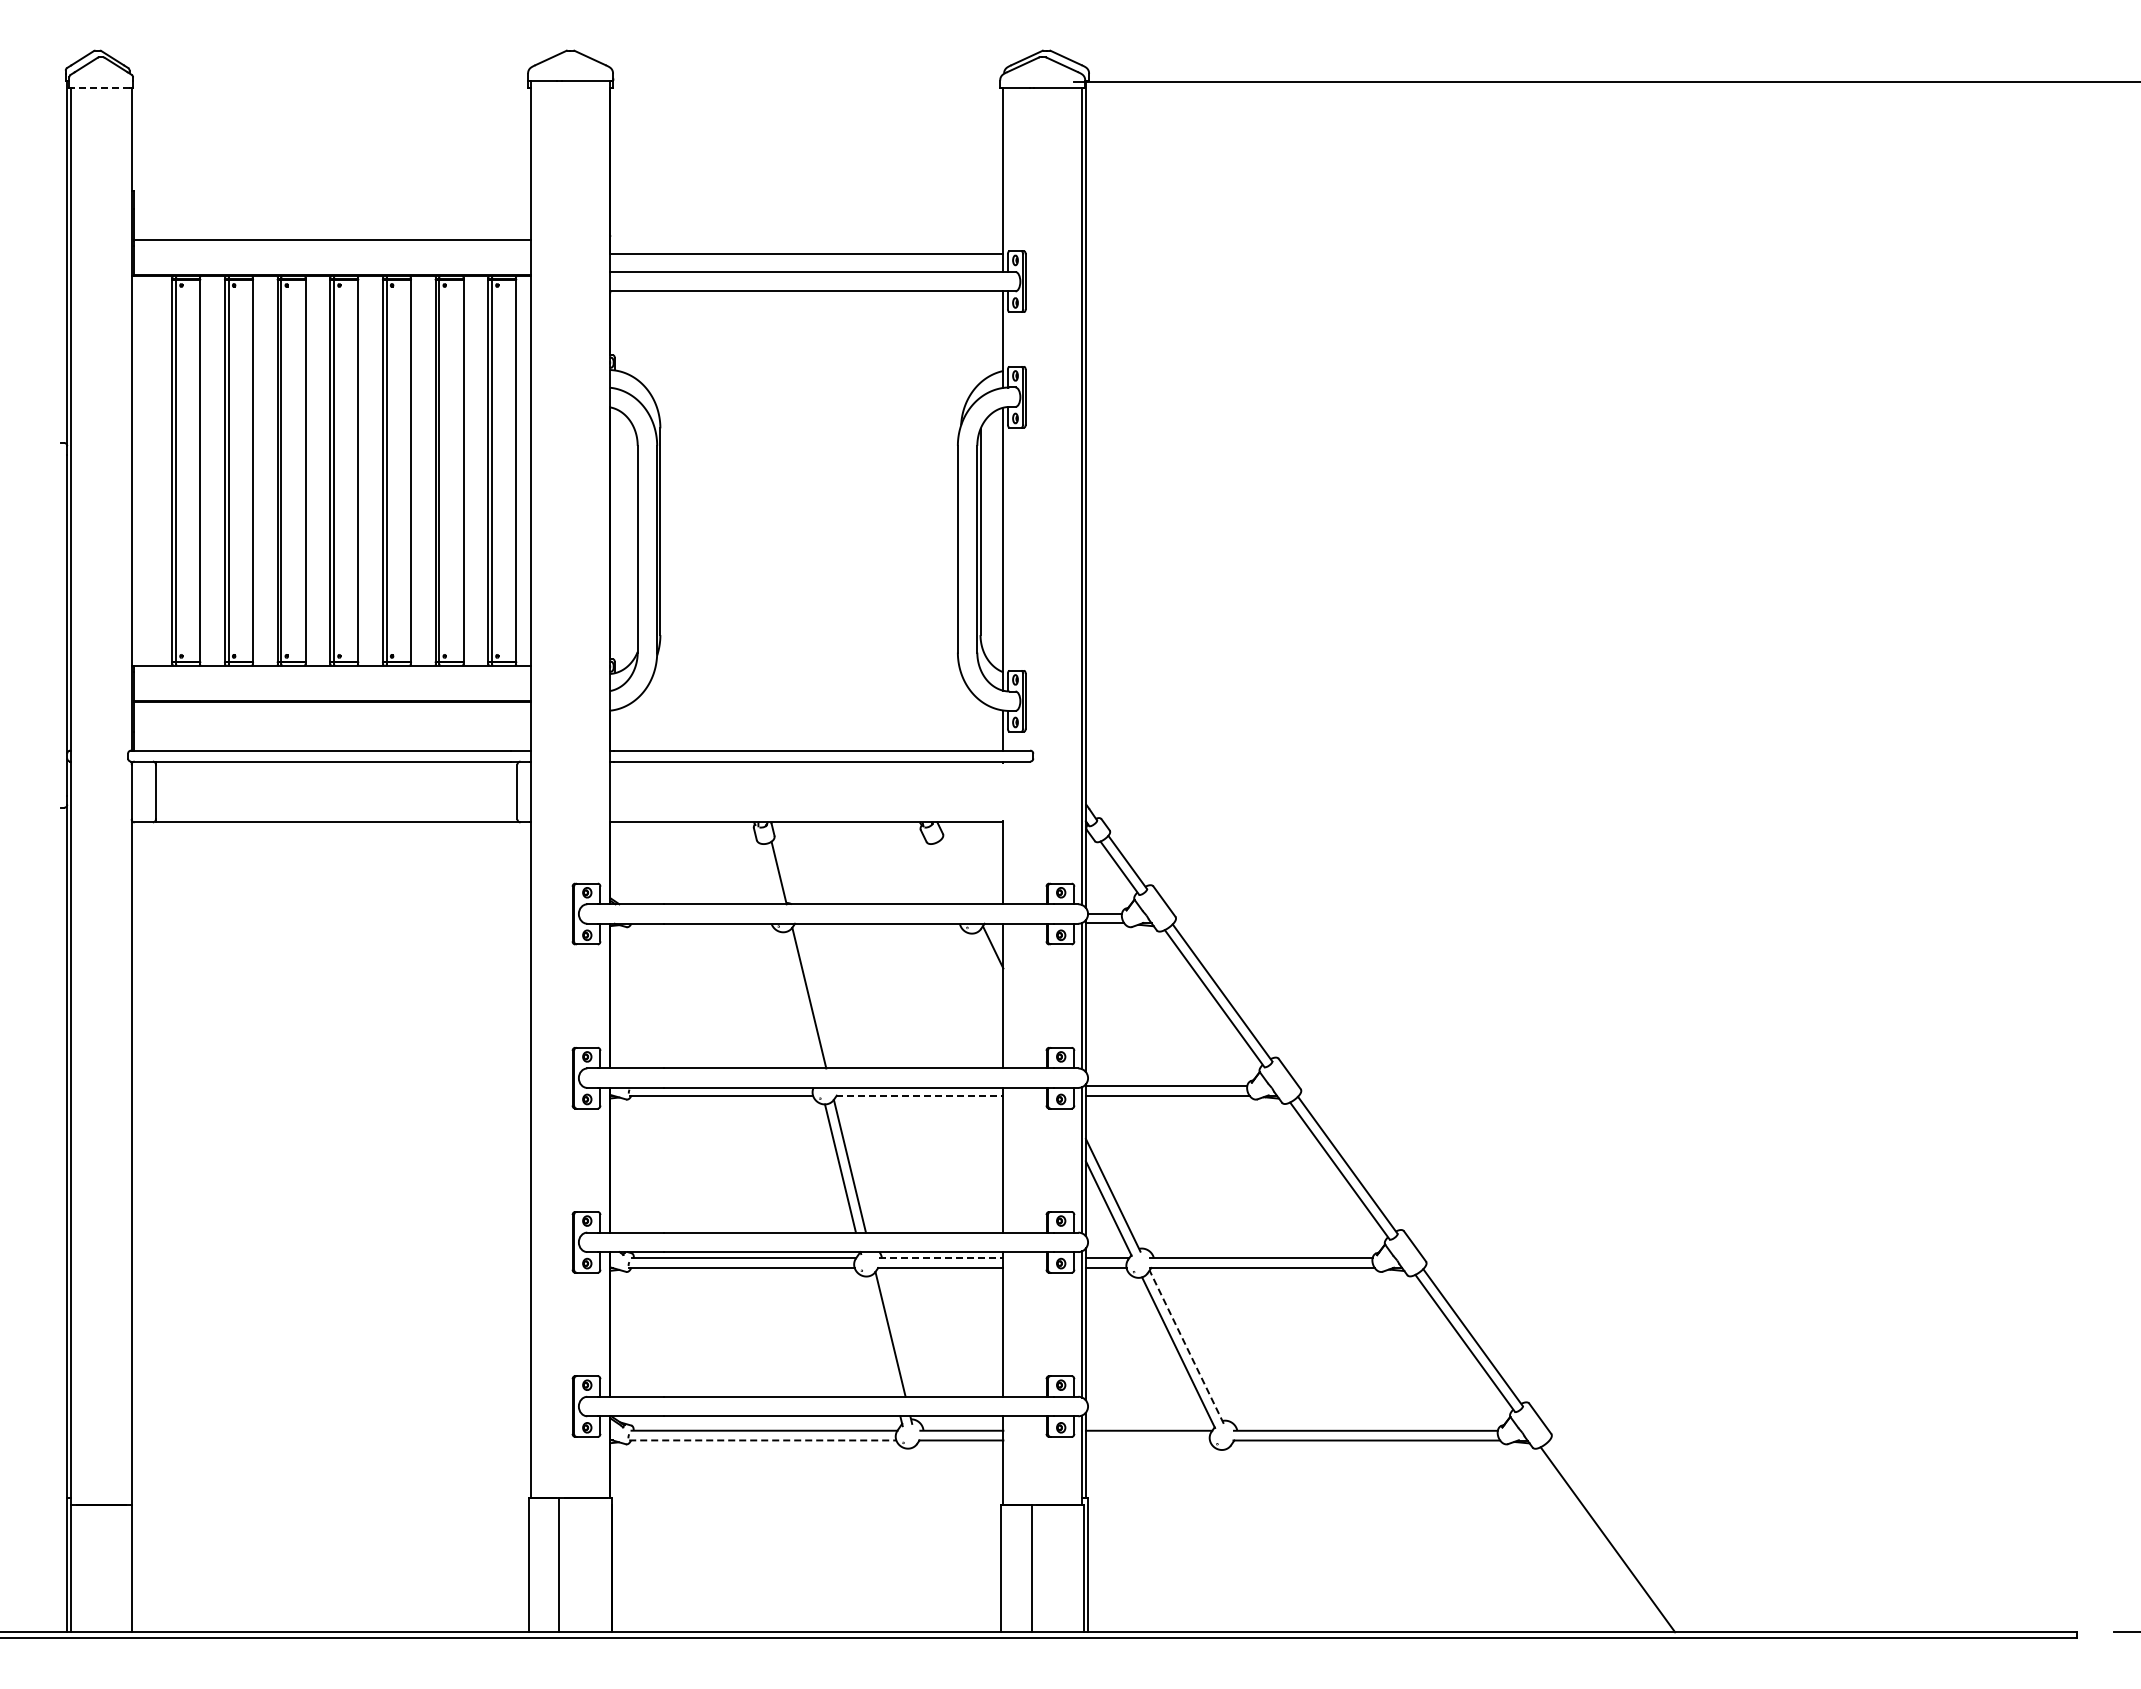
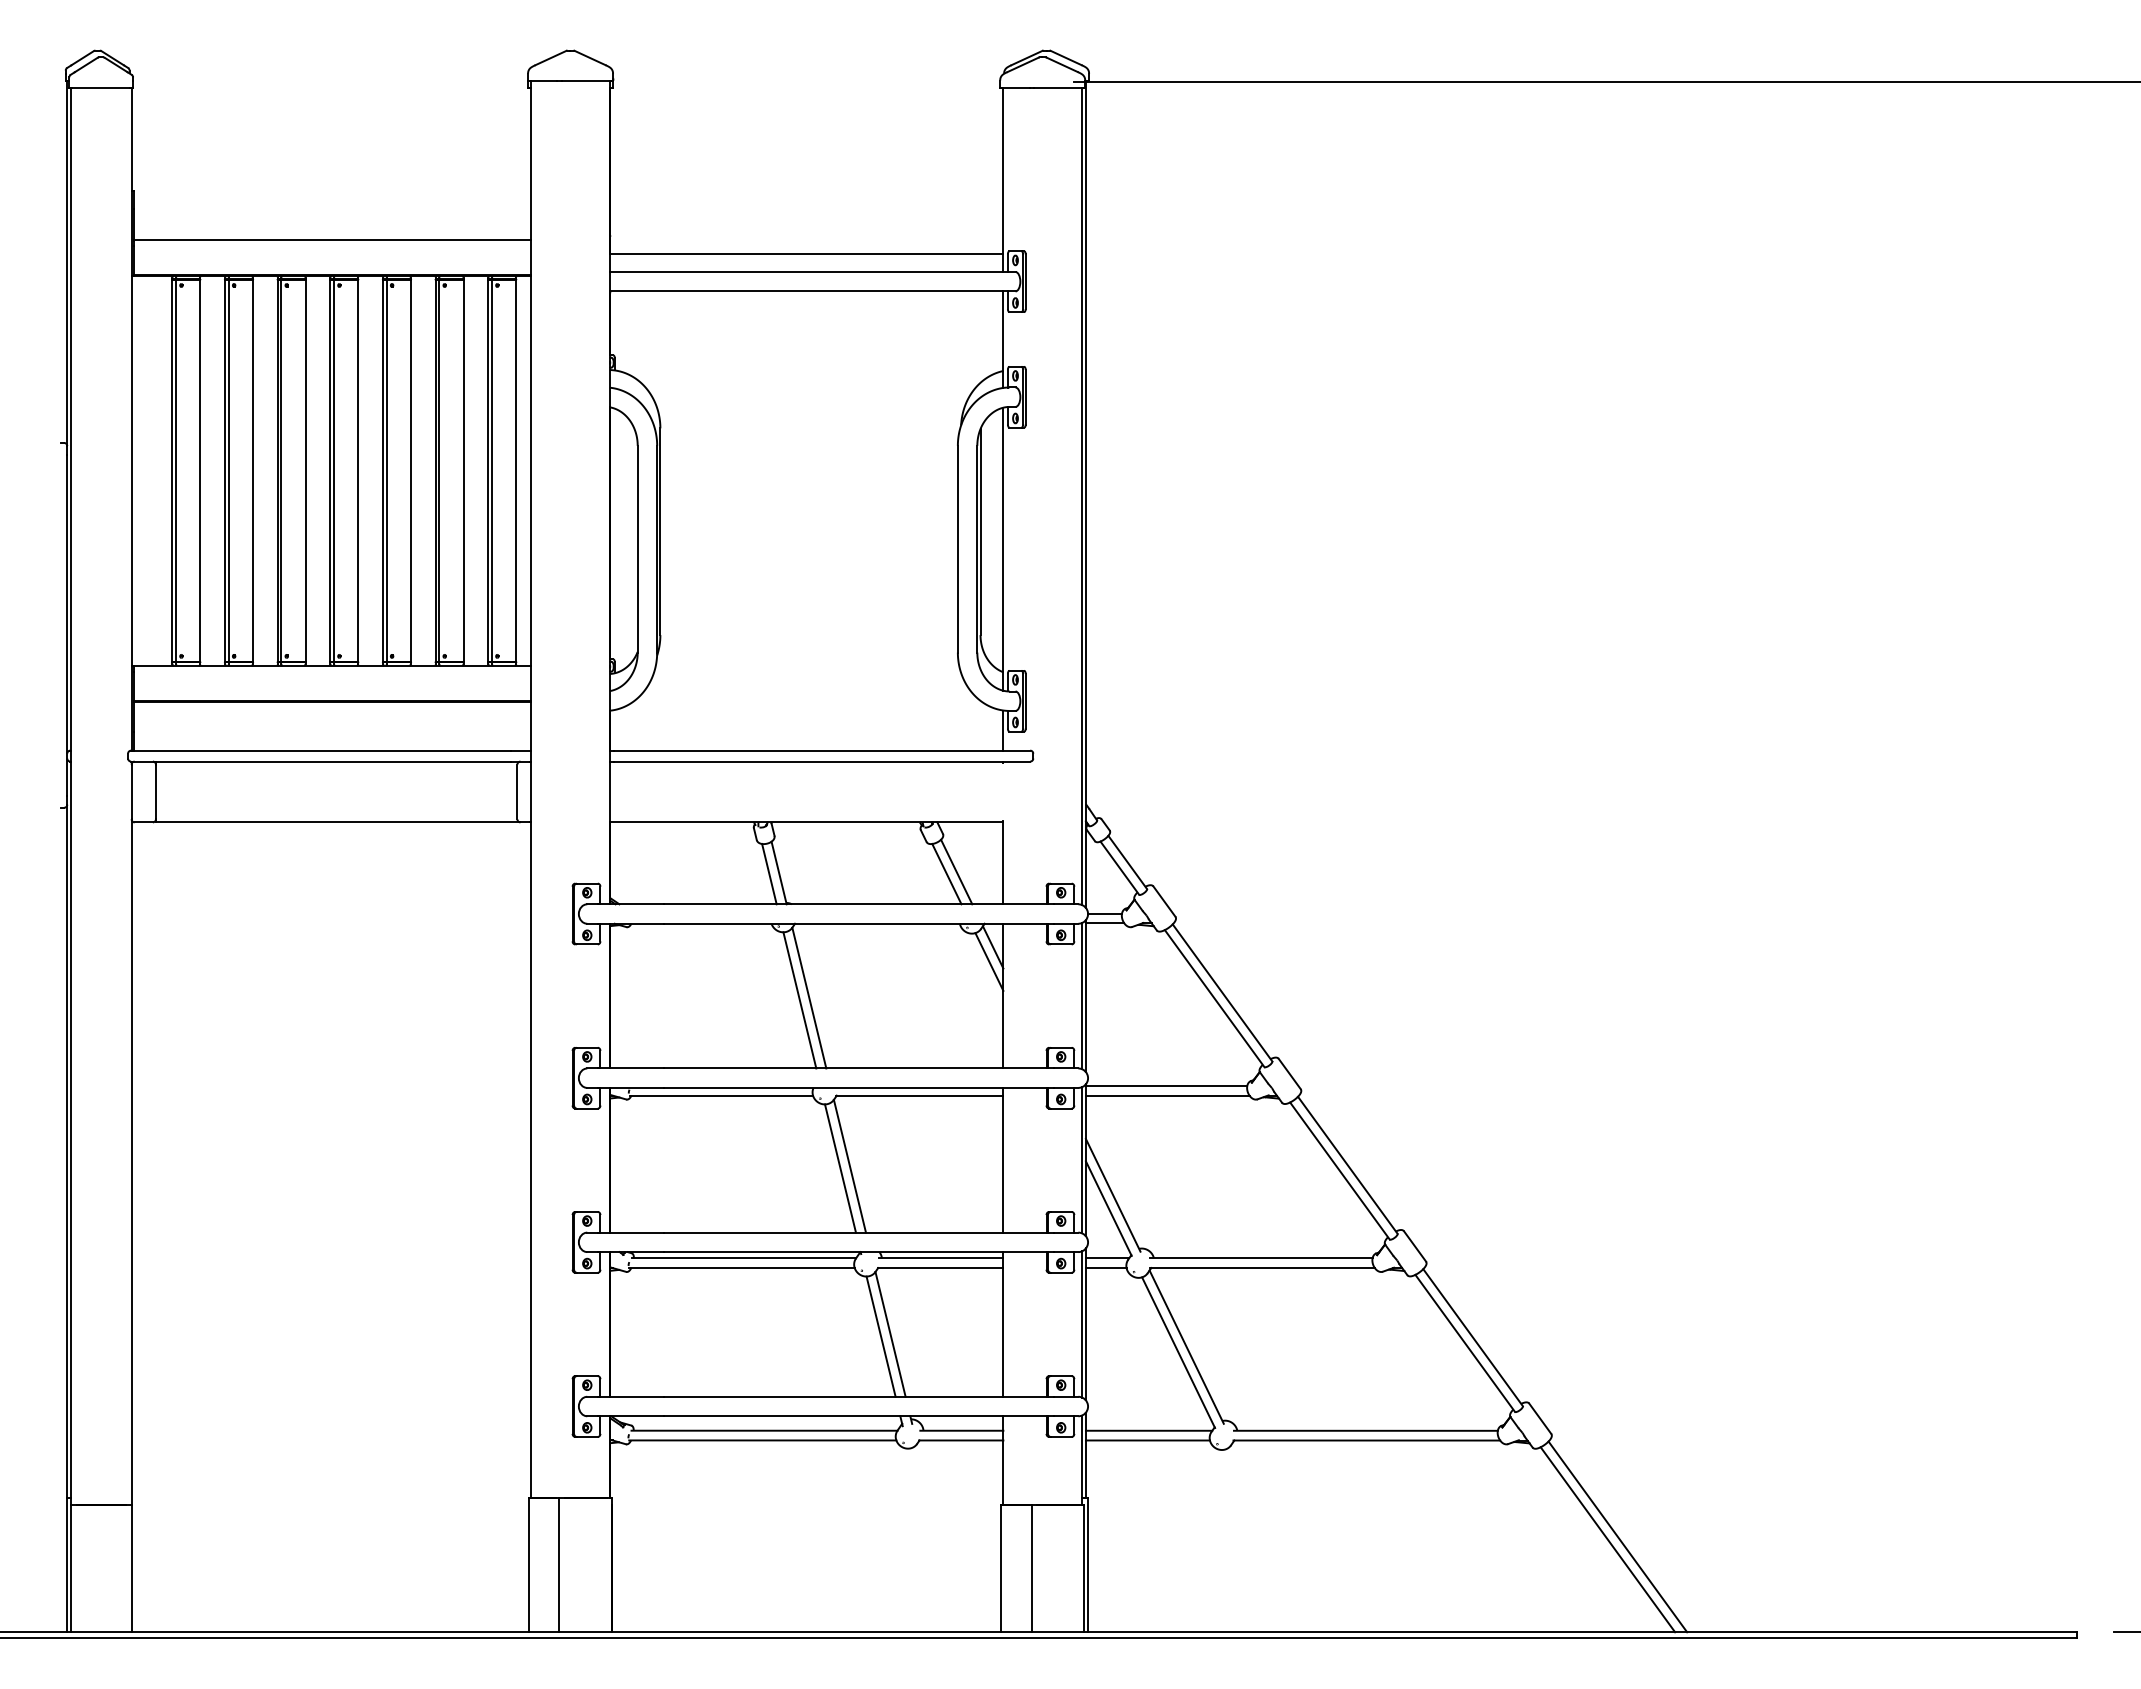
line at (101, 87): dashed -> solid
line at (956, 871): none -> present
line at (769, 873): none -> present
line at (946, 874): none -> present
line at (989, 961): none -> present
line at (799, 1000): none -> present
line at (919, 1095): dashed -> solid
line at (941, 1258): dashed -> solid
line at (880, 1336): none -> present
line at (1186, 1346): dashed -> solid
line at (762, 1440): dashed -> solid
line at (1147, 1440): none -> present
line at (1617, 1536): none -> present
